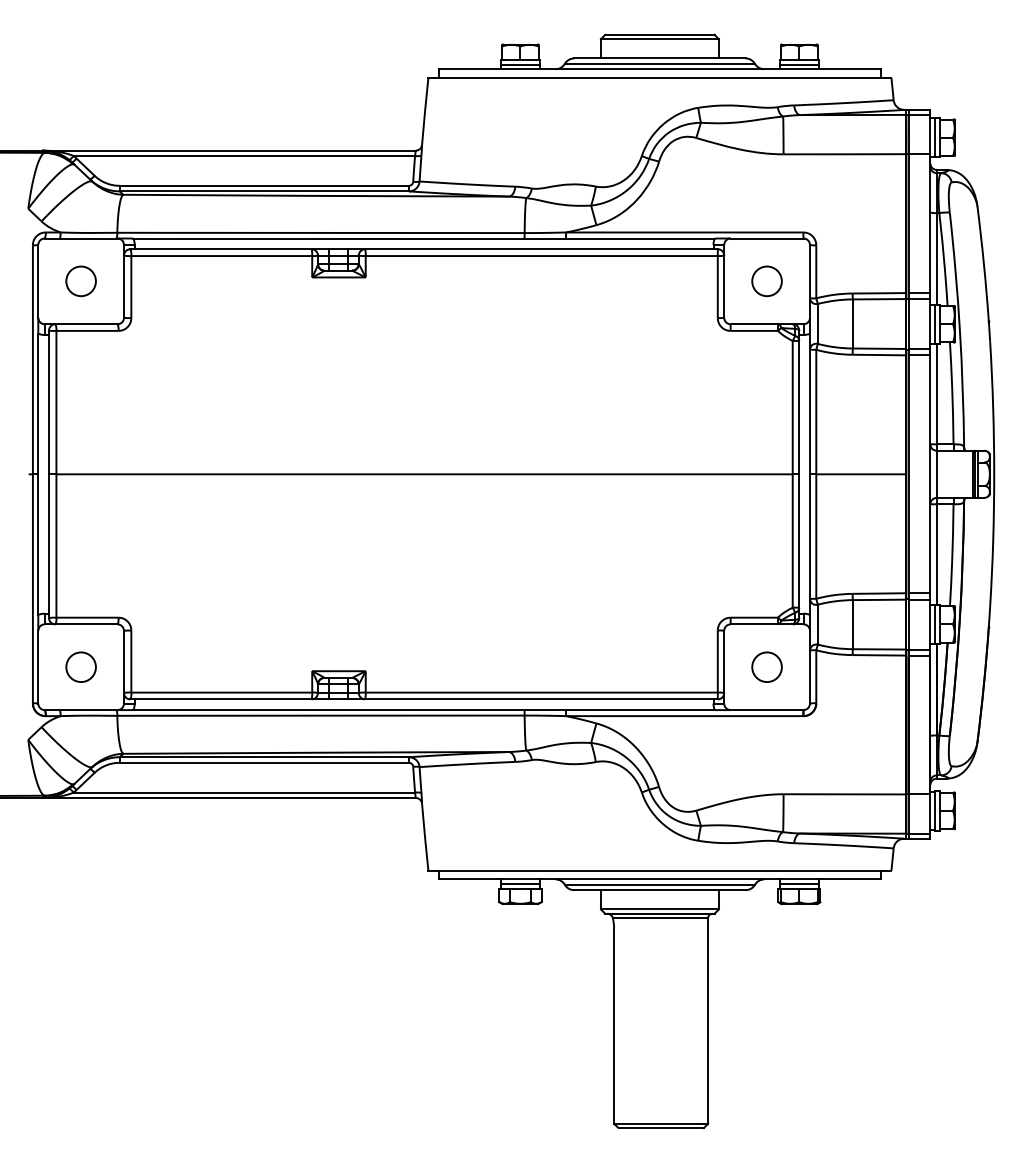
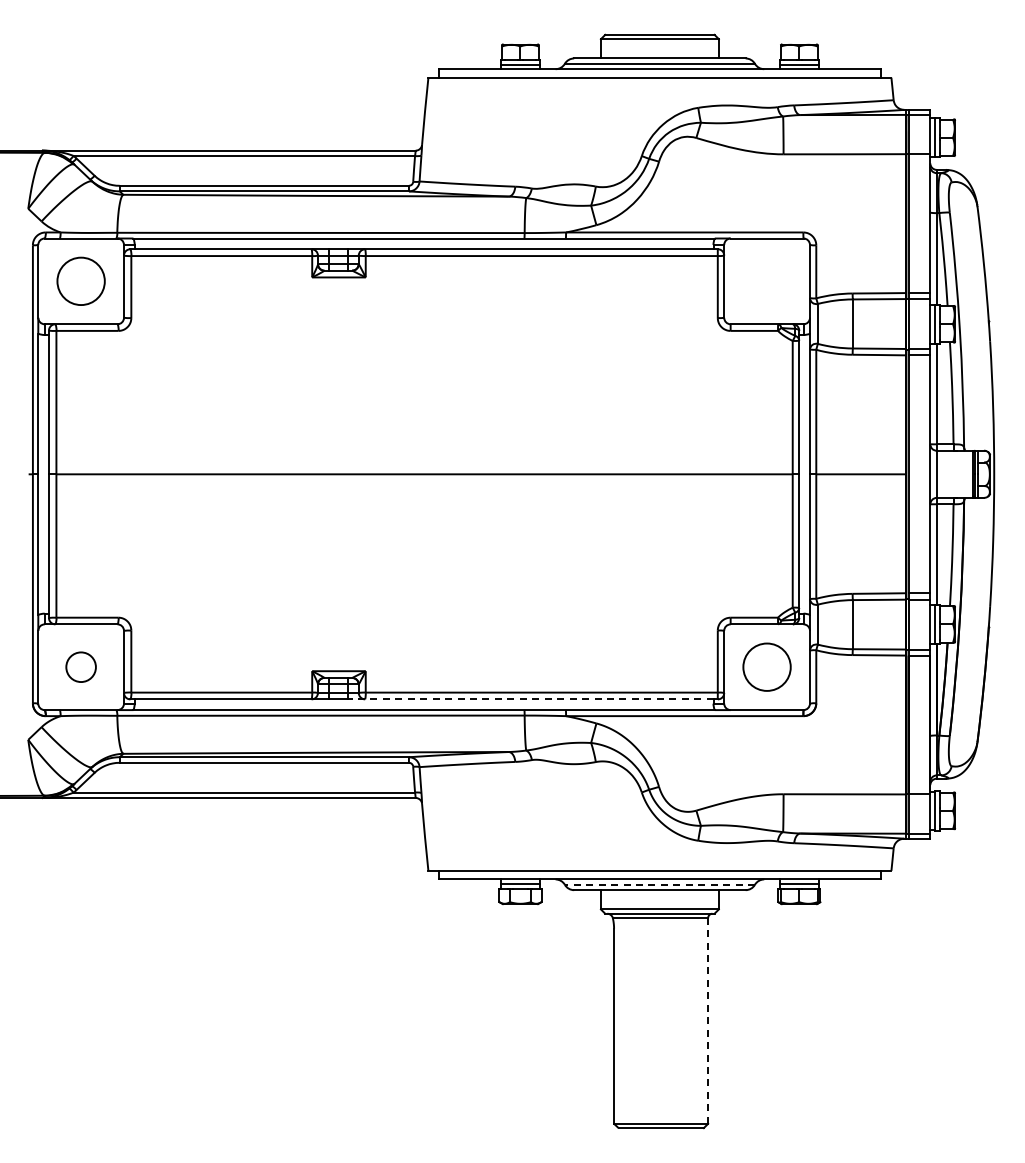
circle at (80, 281) diameter: 30 px -> 47 px
circle at (766, 281): present -> none
circle at (766, 667) diameter: 30 px -> 47 px
line at (530, 699): solid -> dashed
line at (659, 884): solid -> dashed
line at (708, 1020): solid -> dashed
